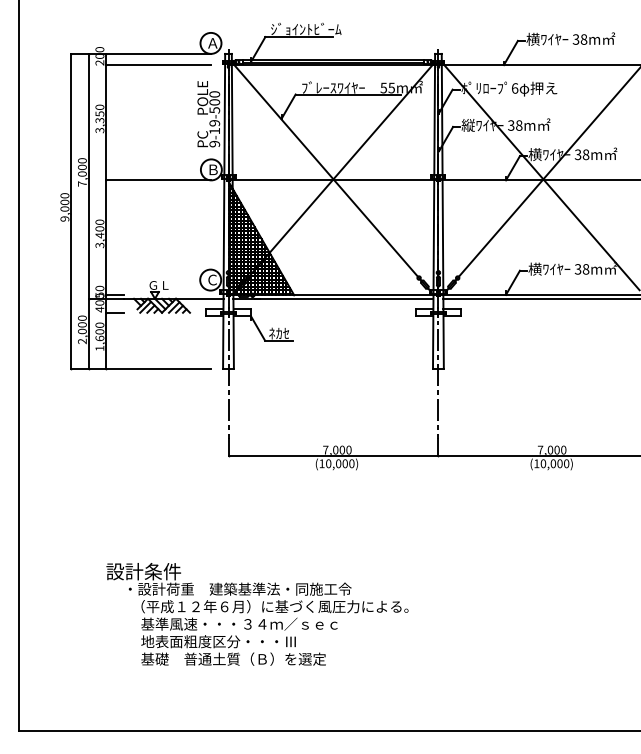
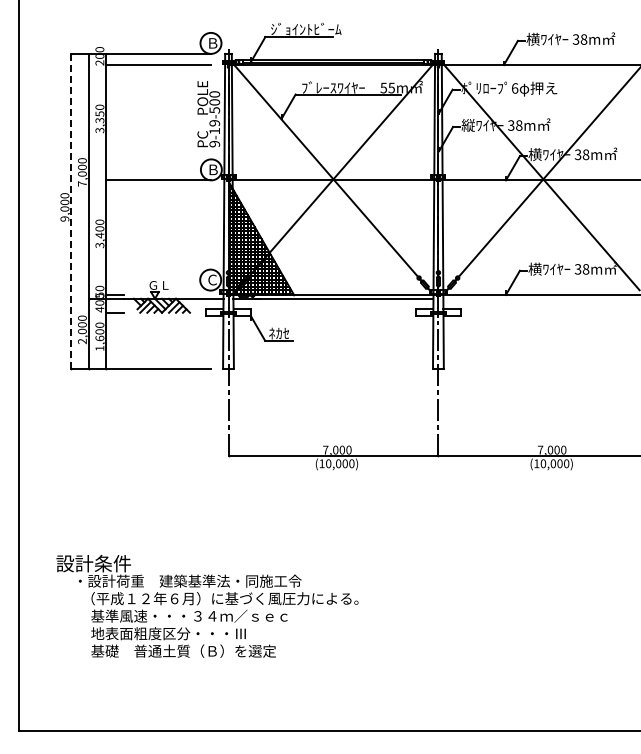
text at (212, 43): Ａ -> Ｂ
line at (71, 211): solid -> dashed
line at (540, 298): present -> none
text at (257, 614) position: (257, 614) -> (207, 606)
